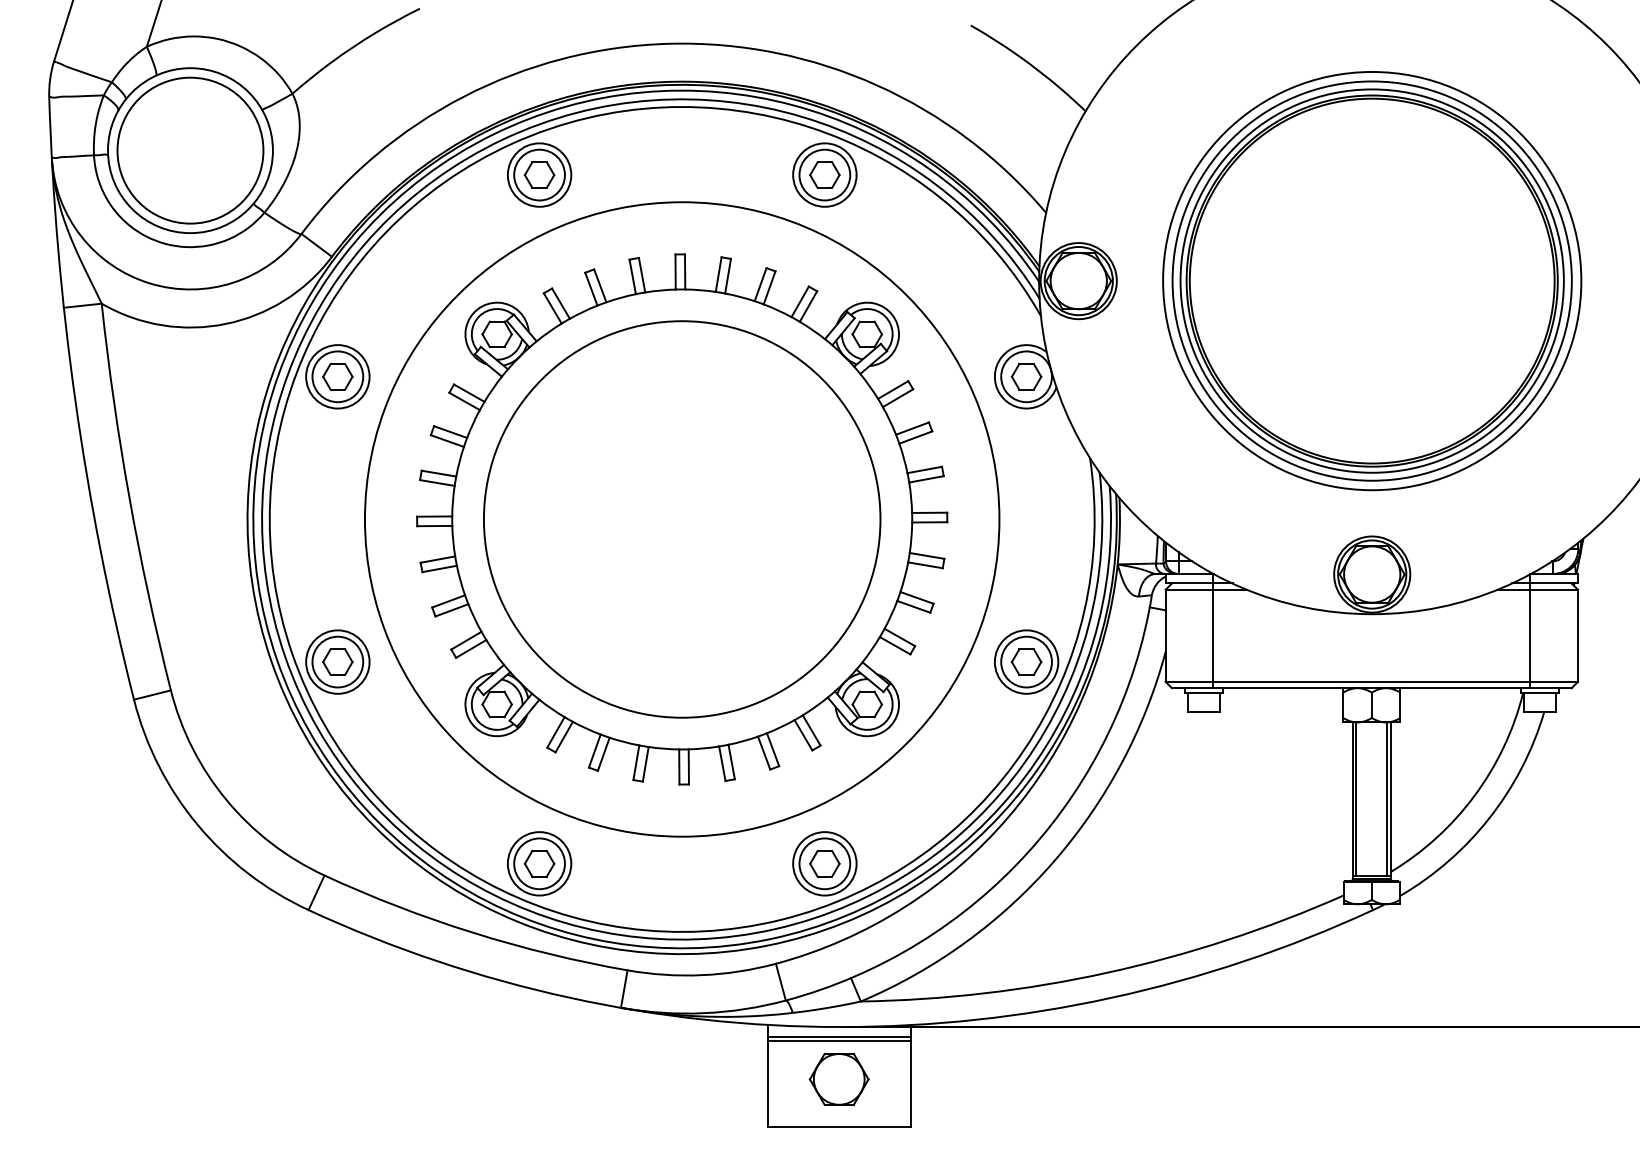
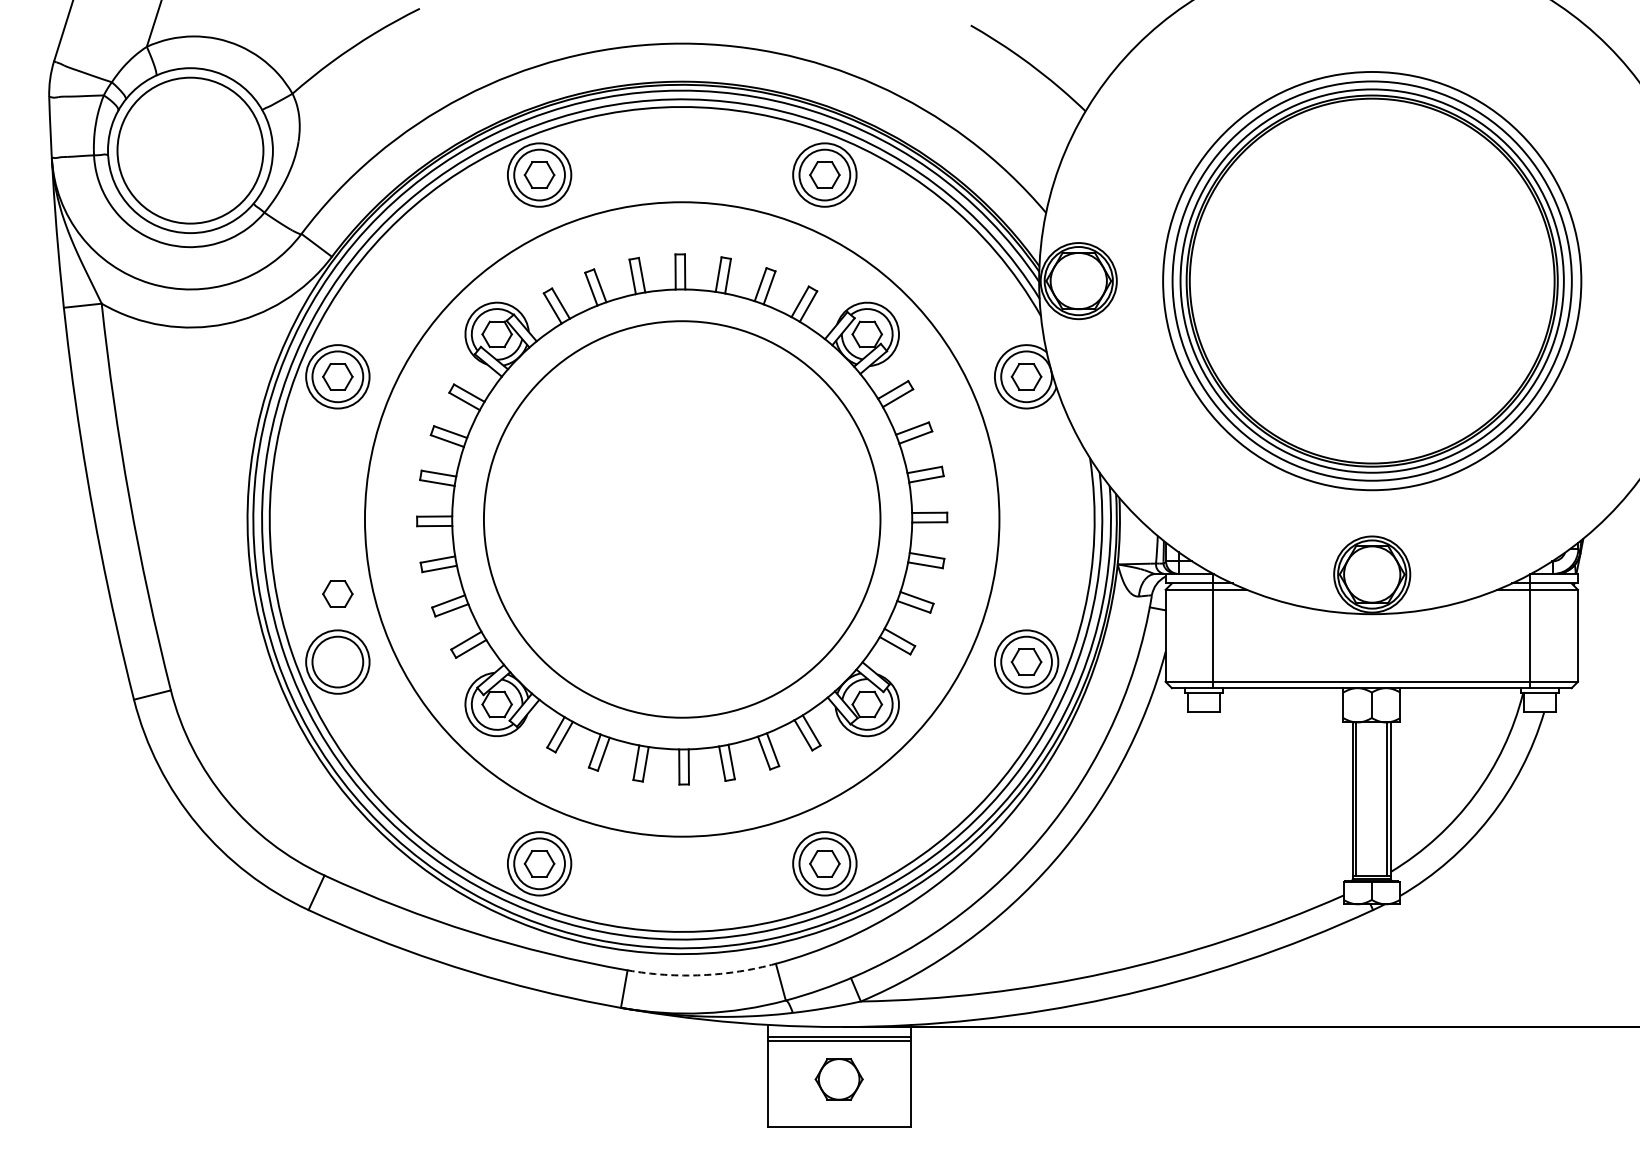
part at (337, 661) position: (337, 661) -> (337, 593)
arc at (702, 975): solid -> dashed
part at (838, 1079) size: 62x53 px -> 50x43 px
